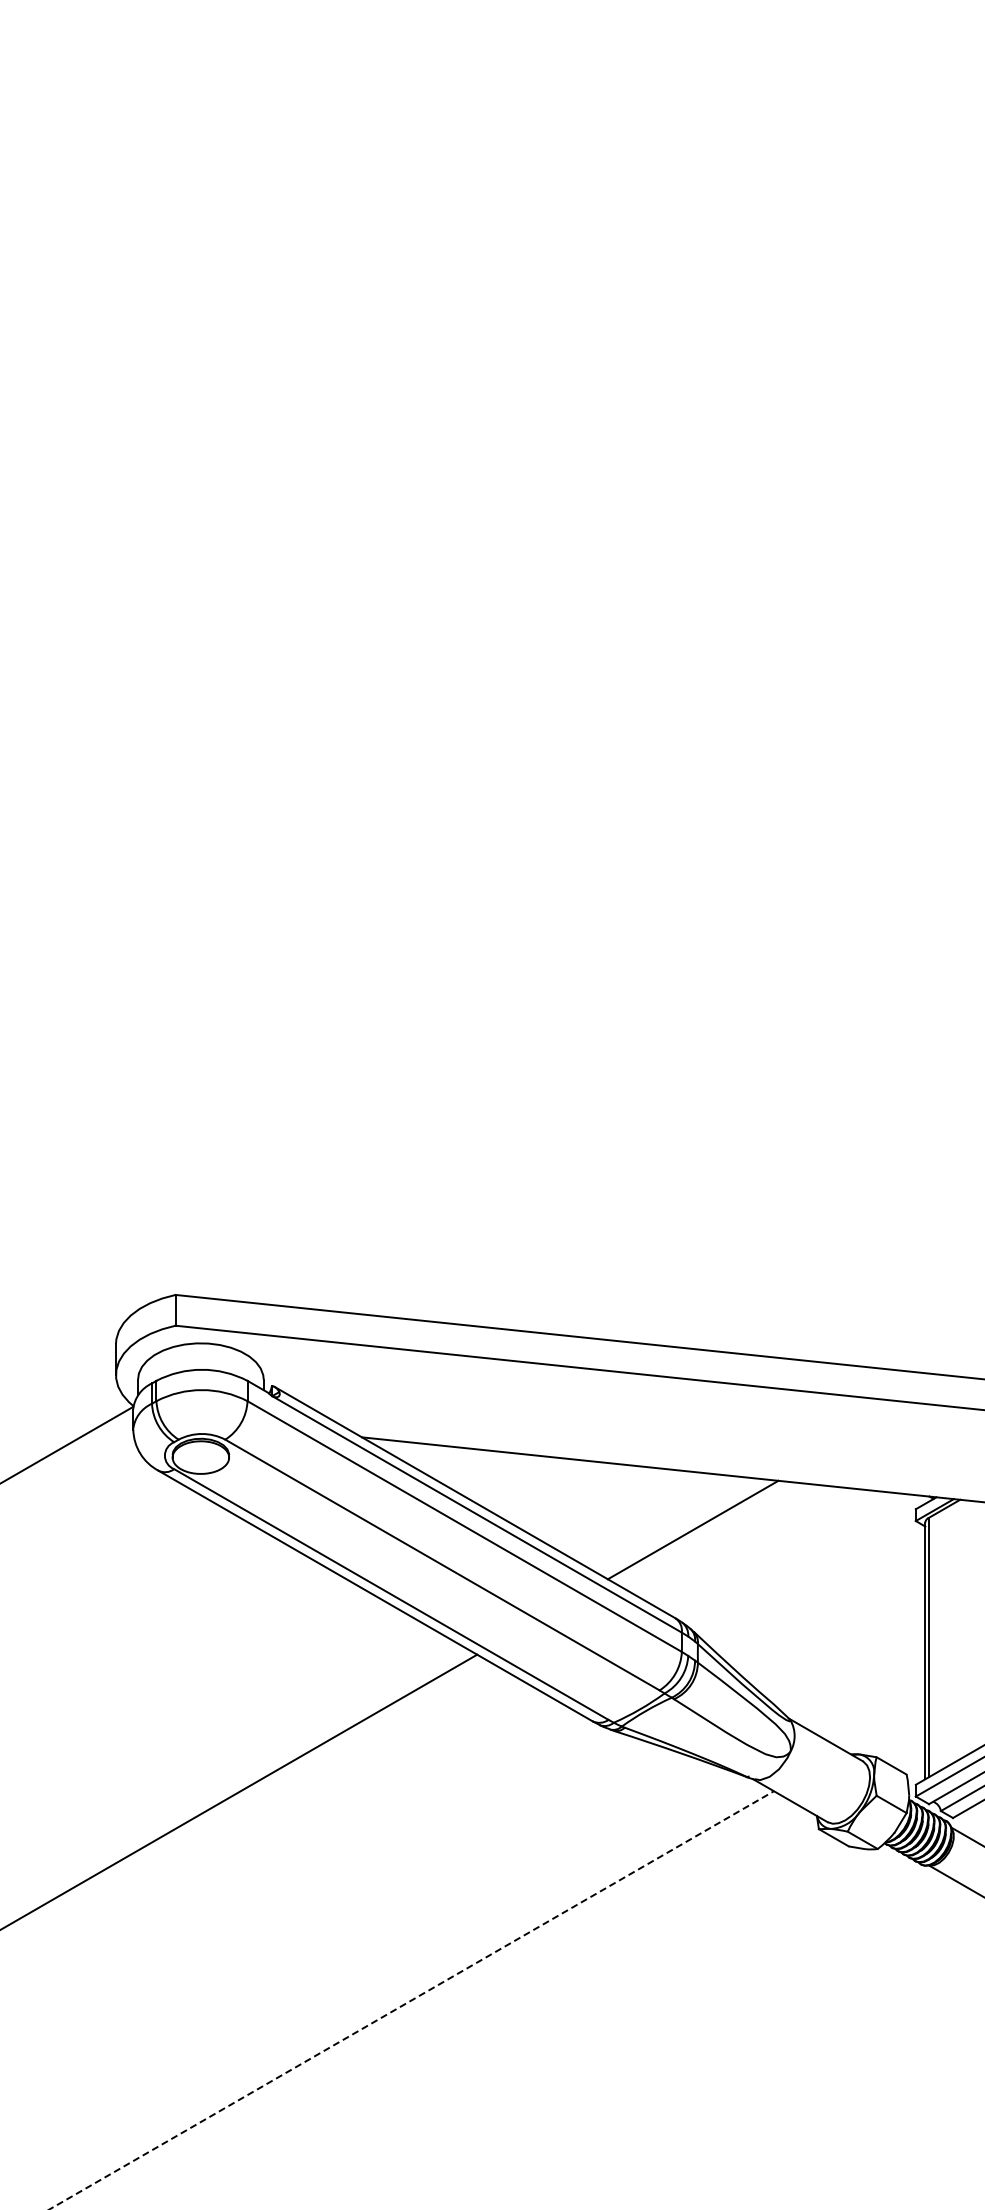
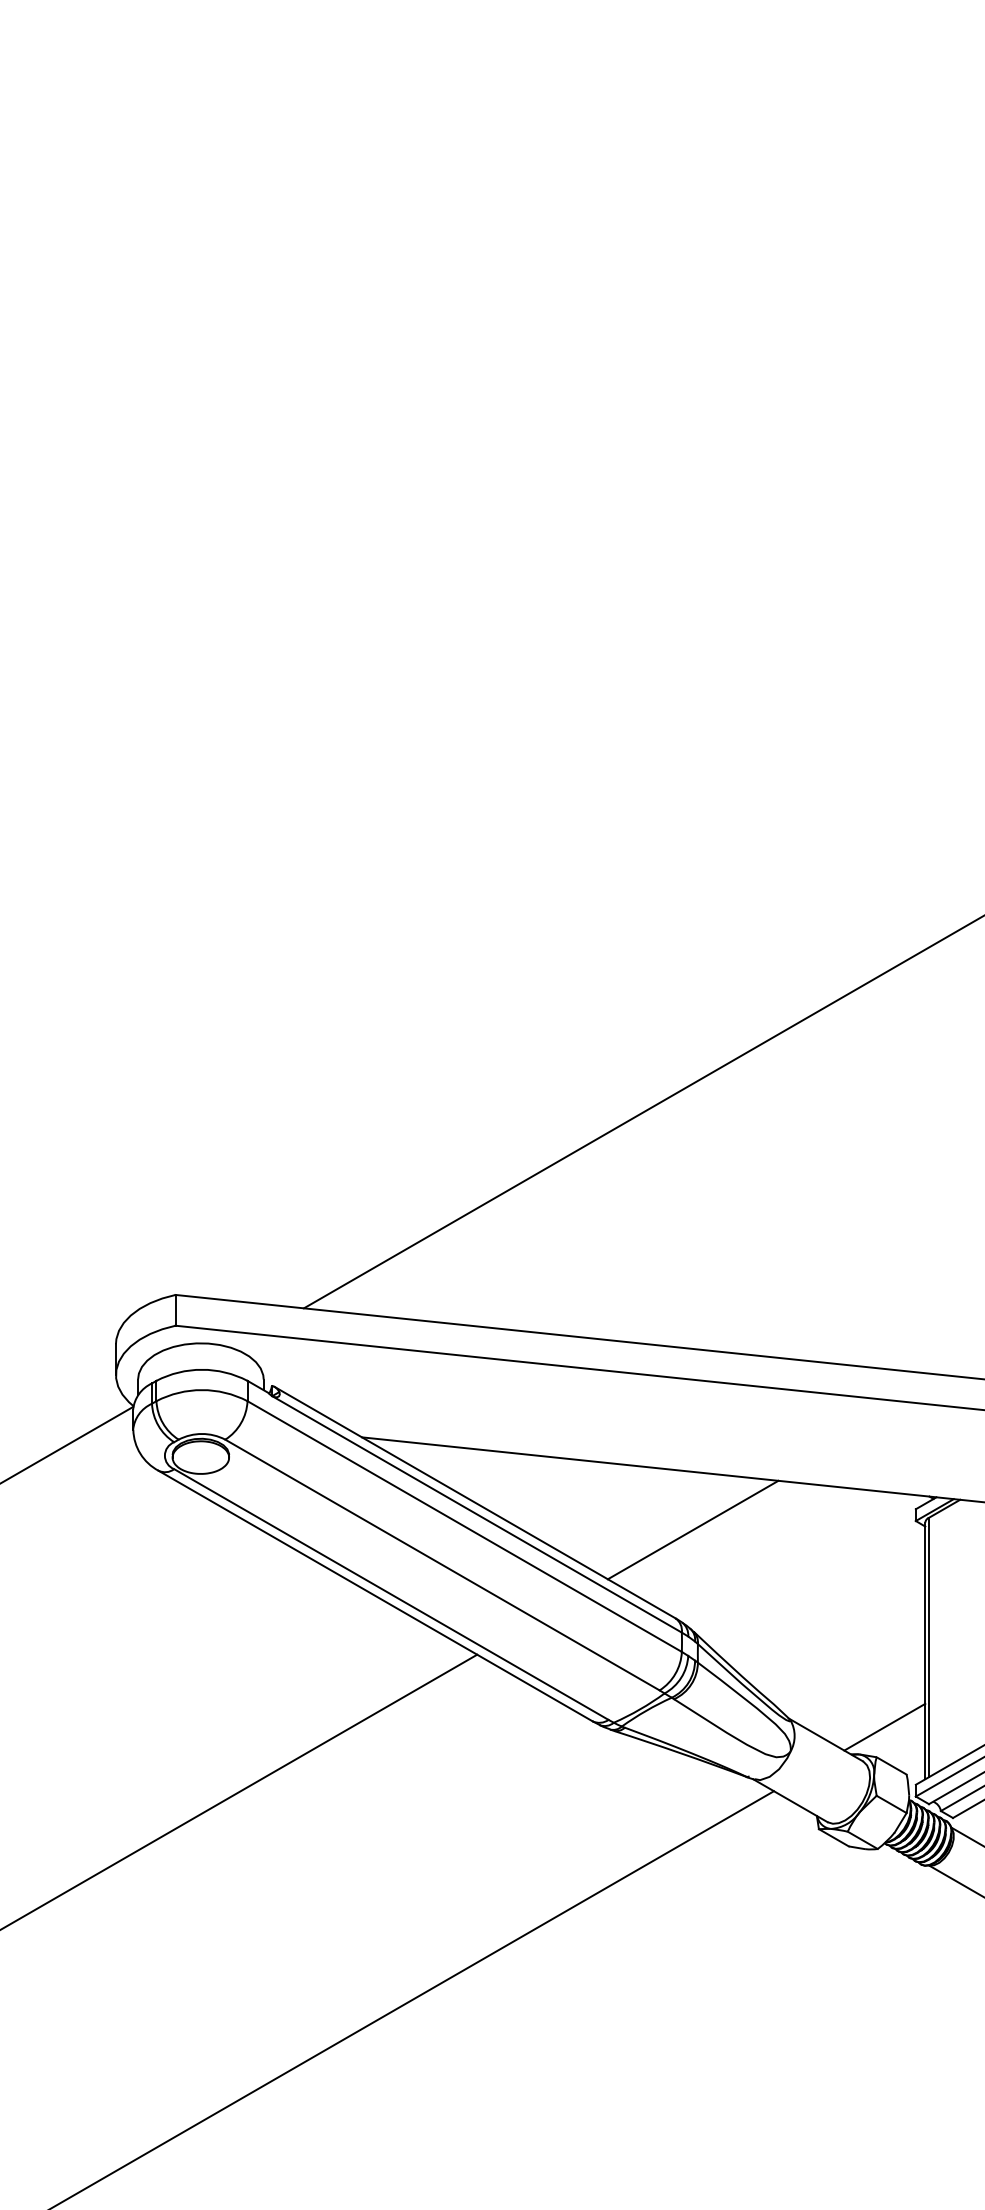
line at (642, 1112): none -> present
line at (884, 1726): none -> present
line at (411, 2000): dashed -> solid
